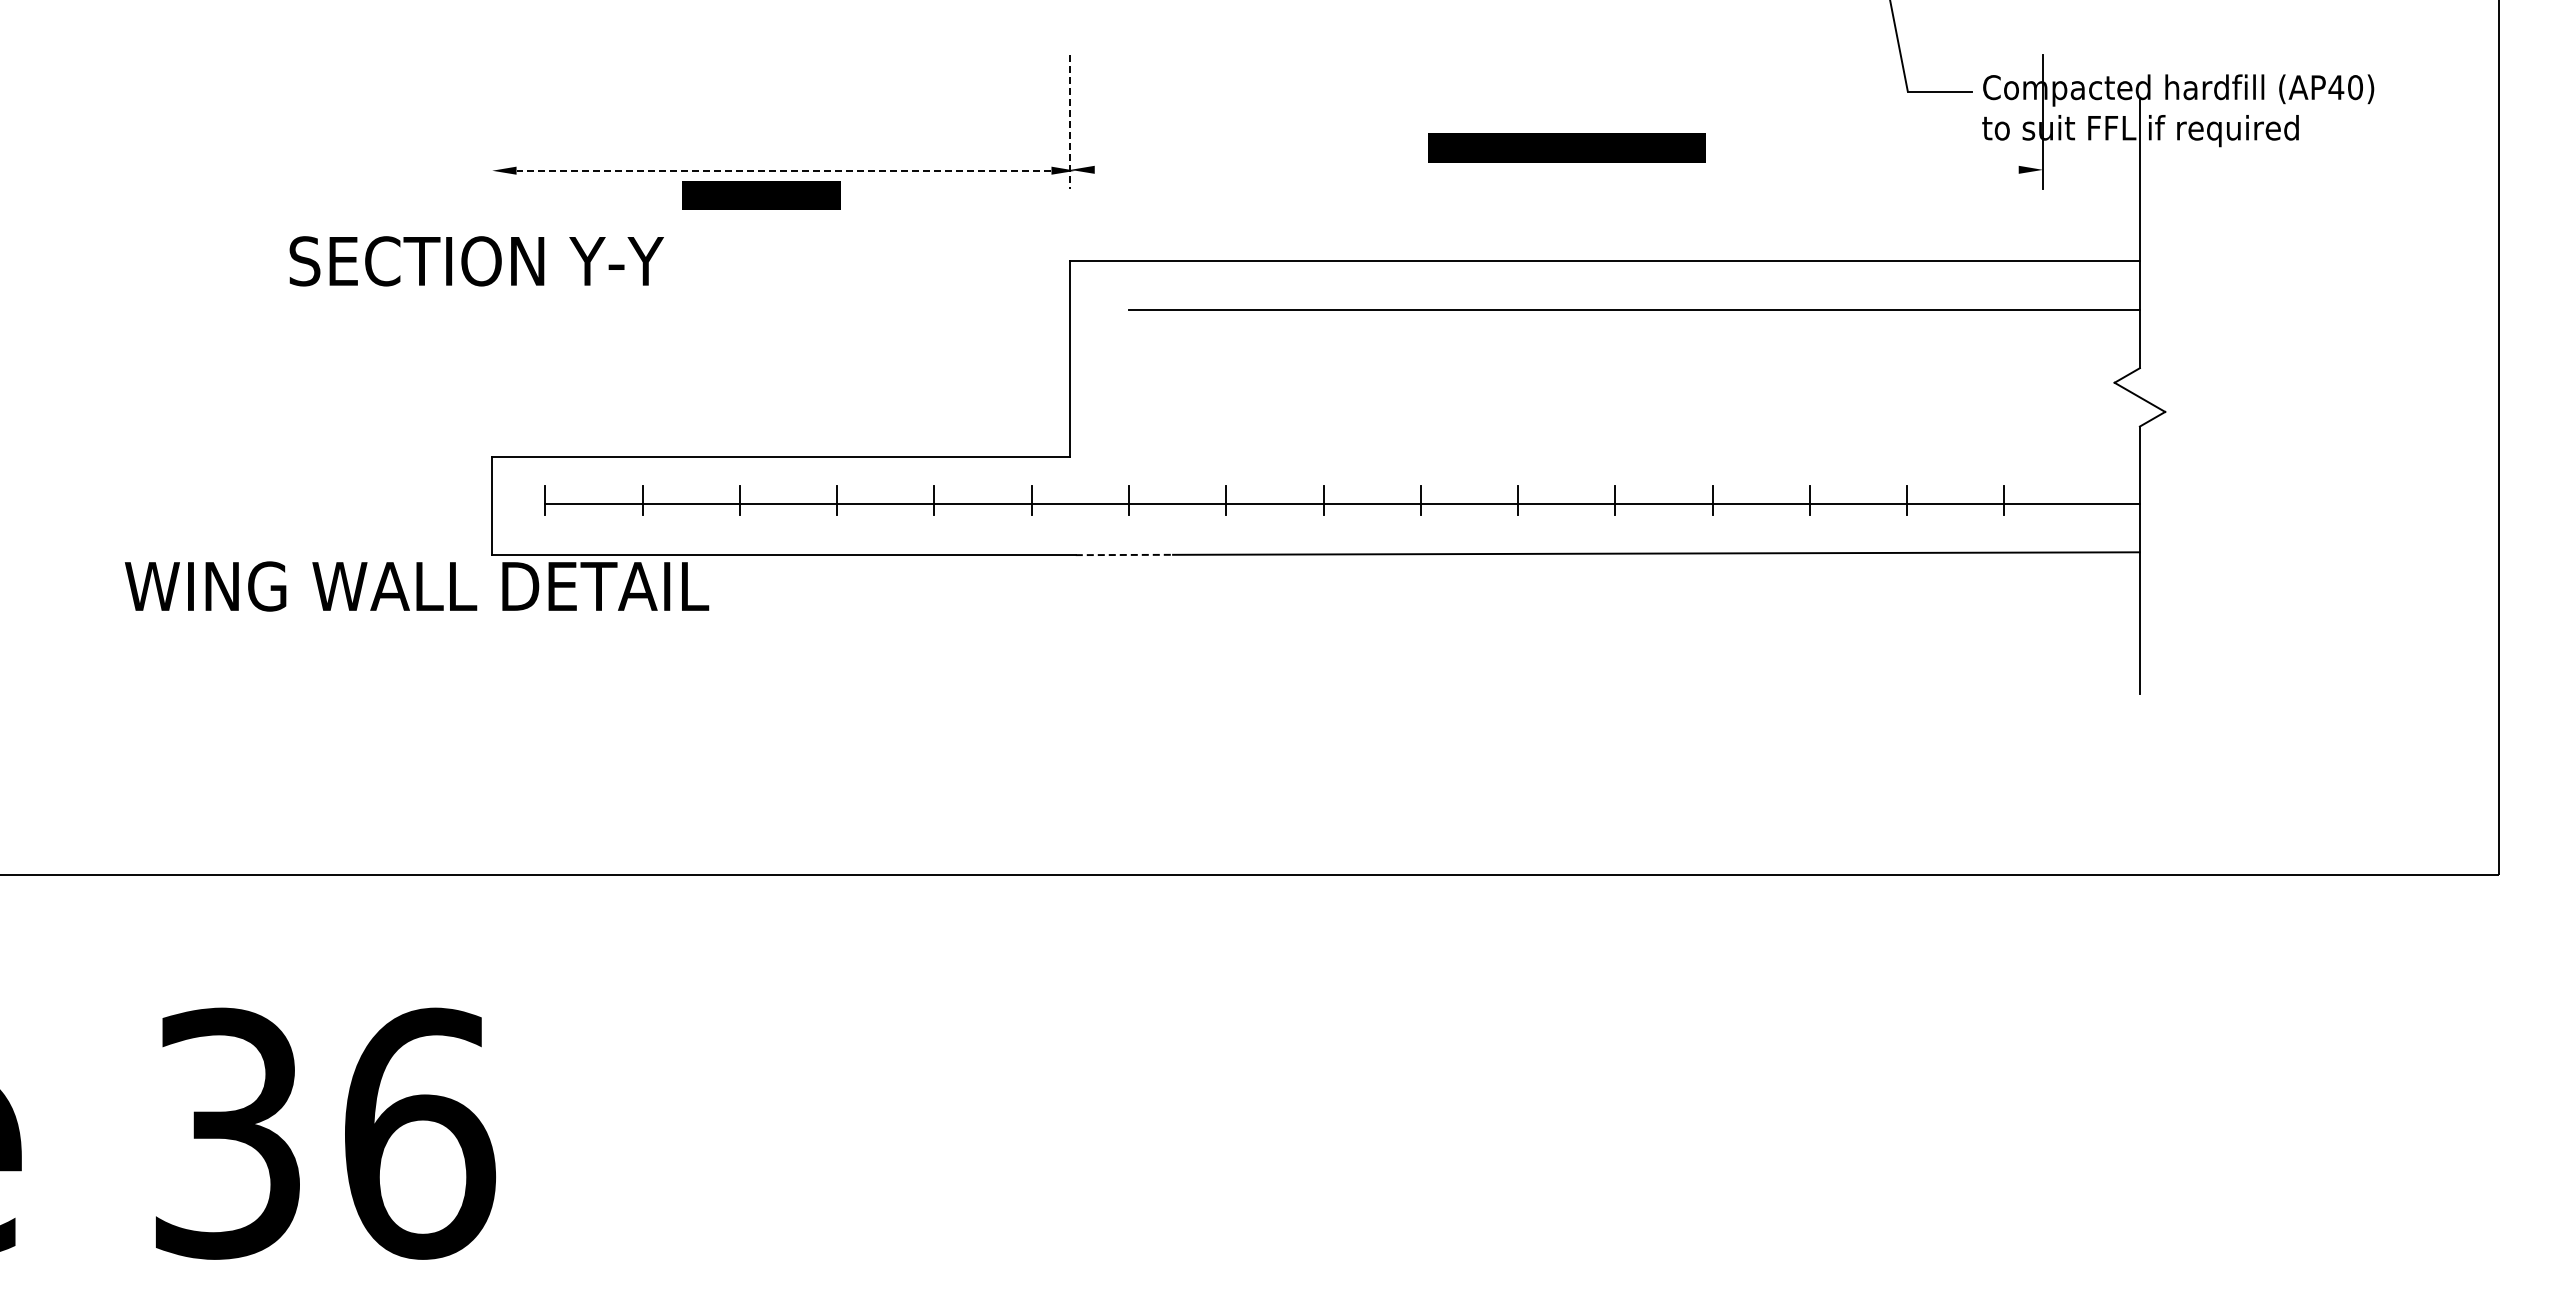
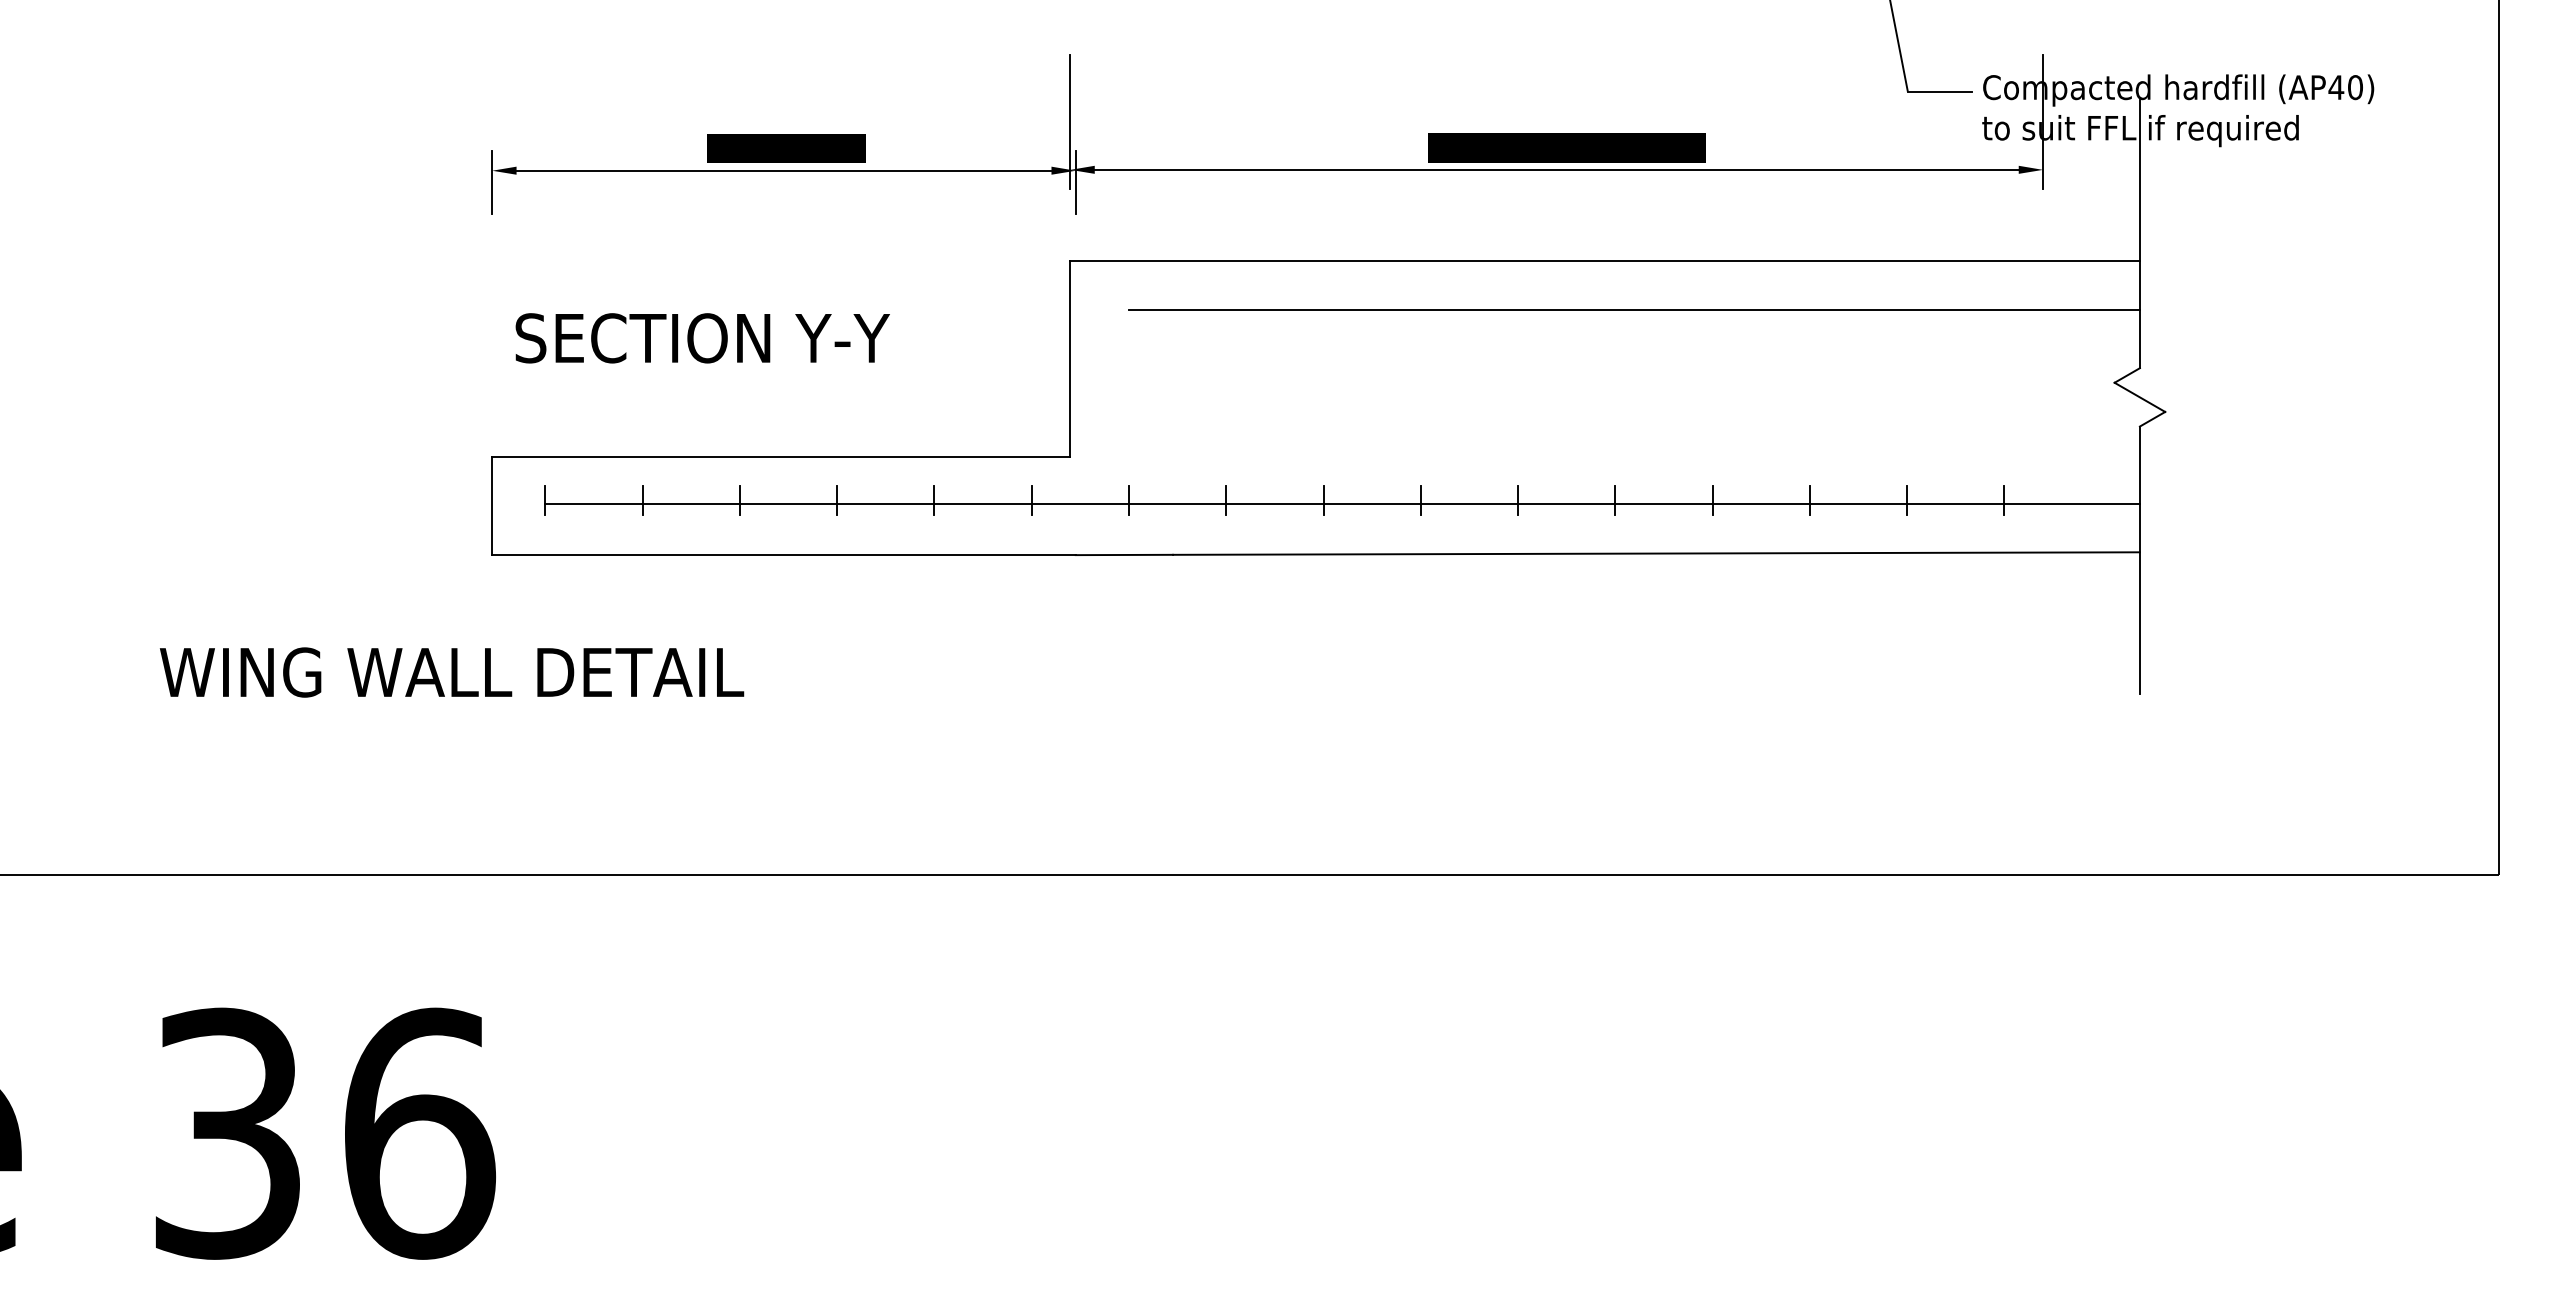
line at (1070, 122): dashed -> solid
line at (1556, 169): none -> present
line at (783, 170): dashed -> solid
line at (492, 182): none -> present
line at (1075, 182): none -> present
text at (761, 195) position: (761, 195) -> (786, 148)
text at (476, 261) position: (476, 261) -> (702, 338)
line at (1124, 554): dashed -> solid
text at (417, 586) position: (417, 586) -> (452, 672)
